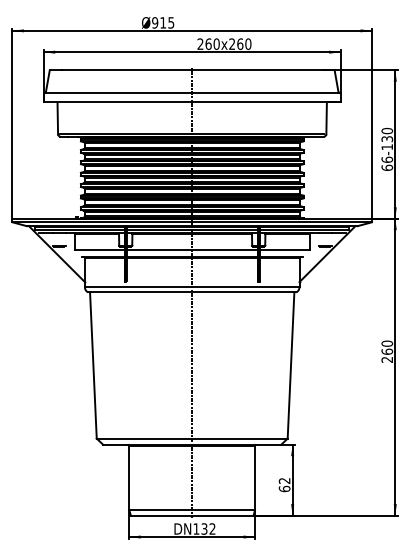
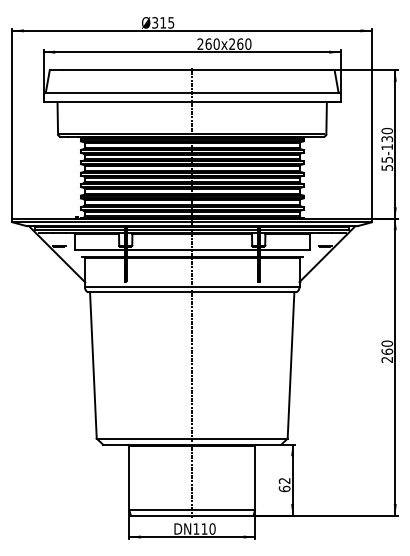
text at (155, 22): 915 -> 315
text at (387, 163): 66- -> 55-
text at (208, 528): 132 -> 110
